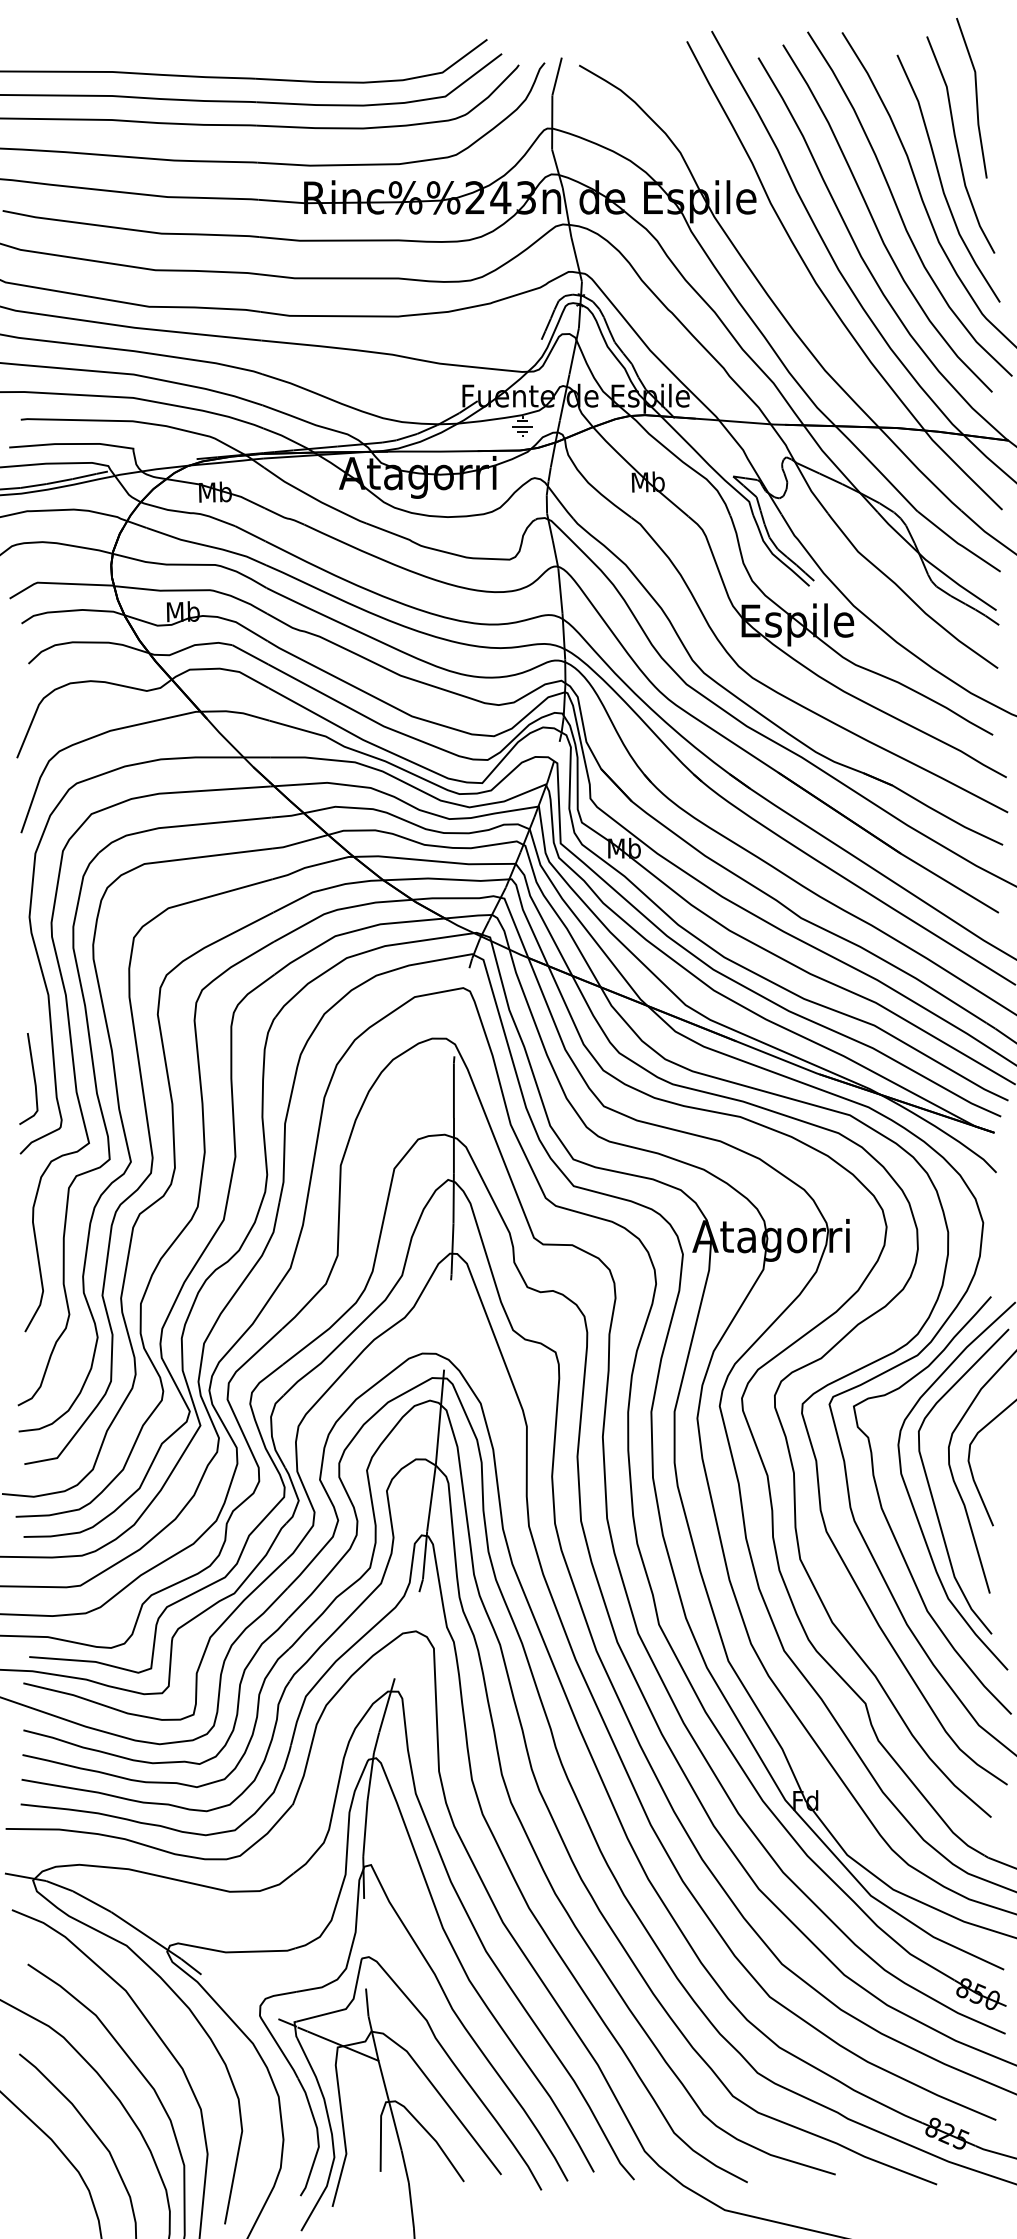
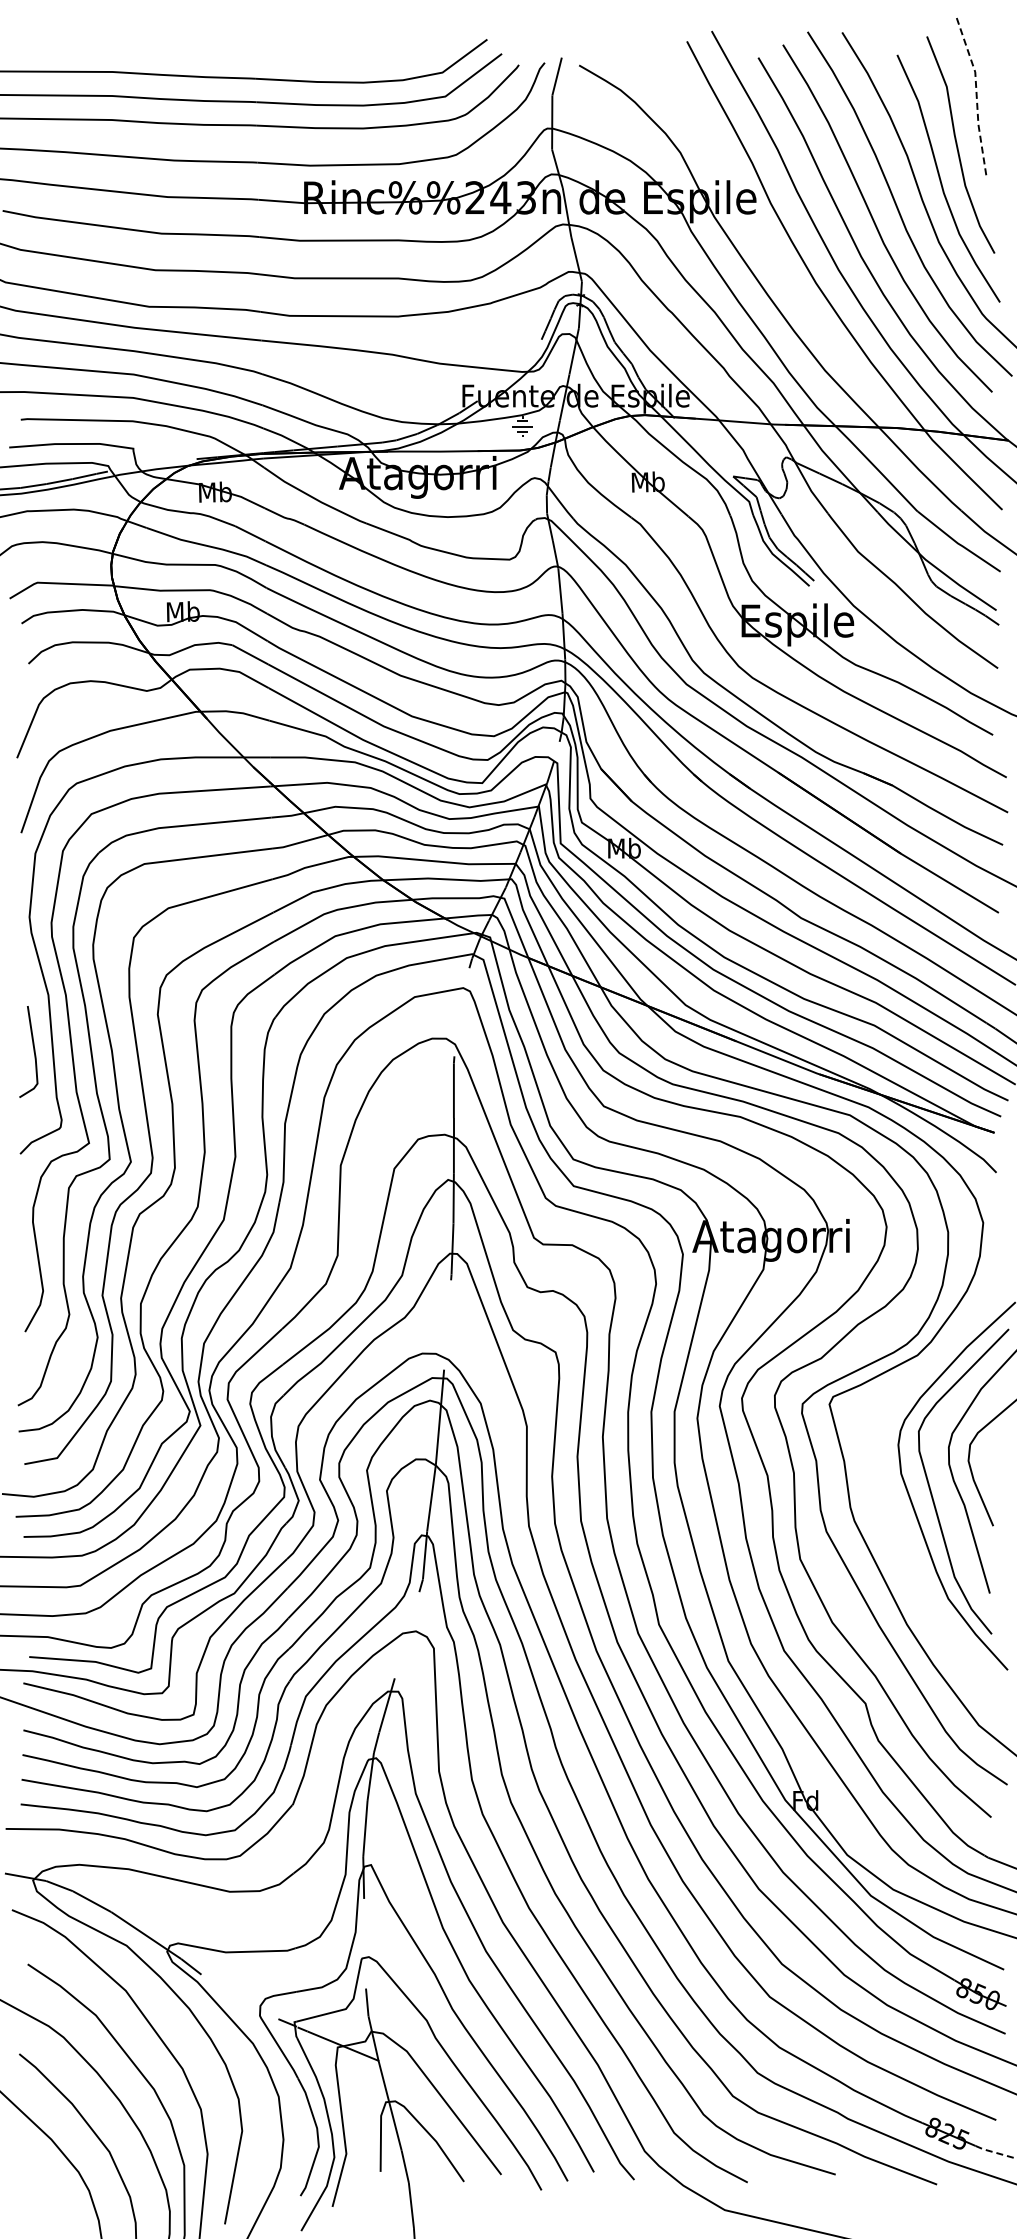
line at (976, 96): solid -> dashed
line at (33, 1078) position: (33, 1078) -> (33, 1051)
curve at (888, 1520): present -> none
line at (995, 2152): solid -> dashed
